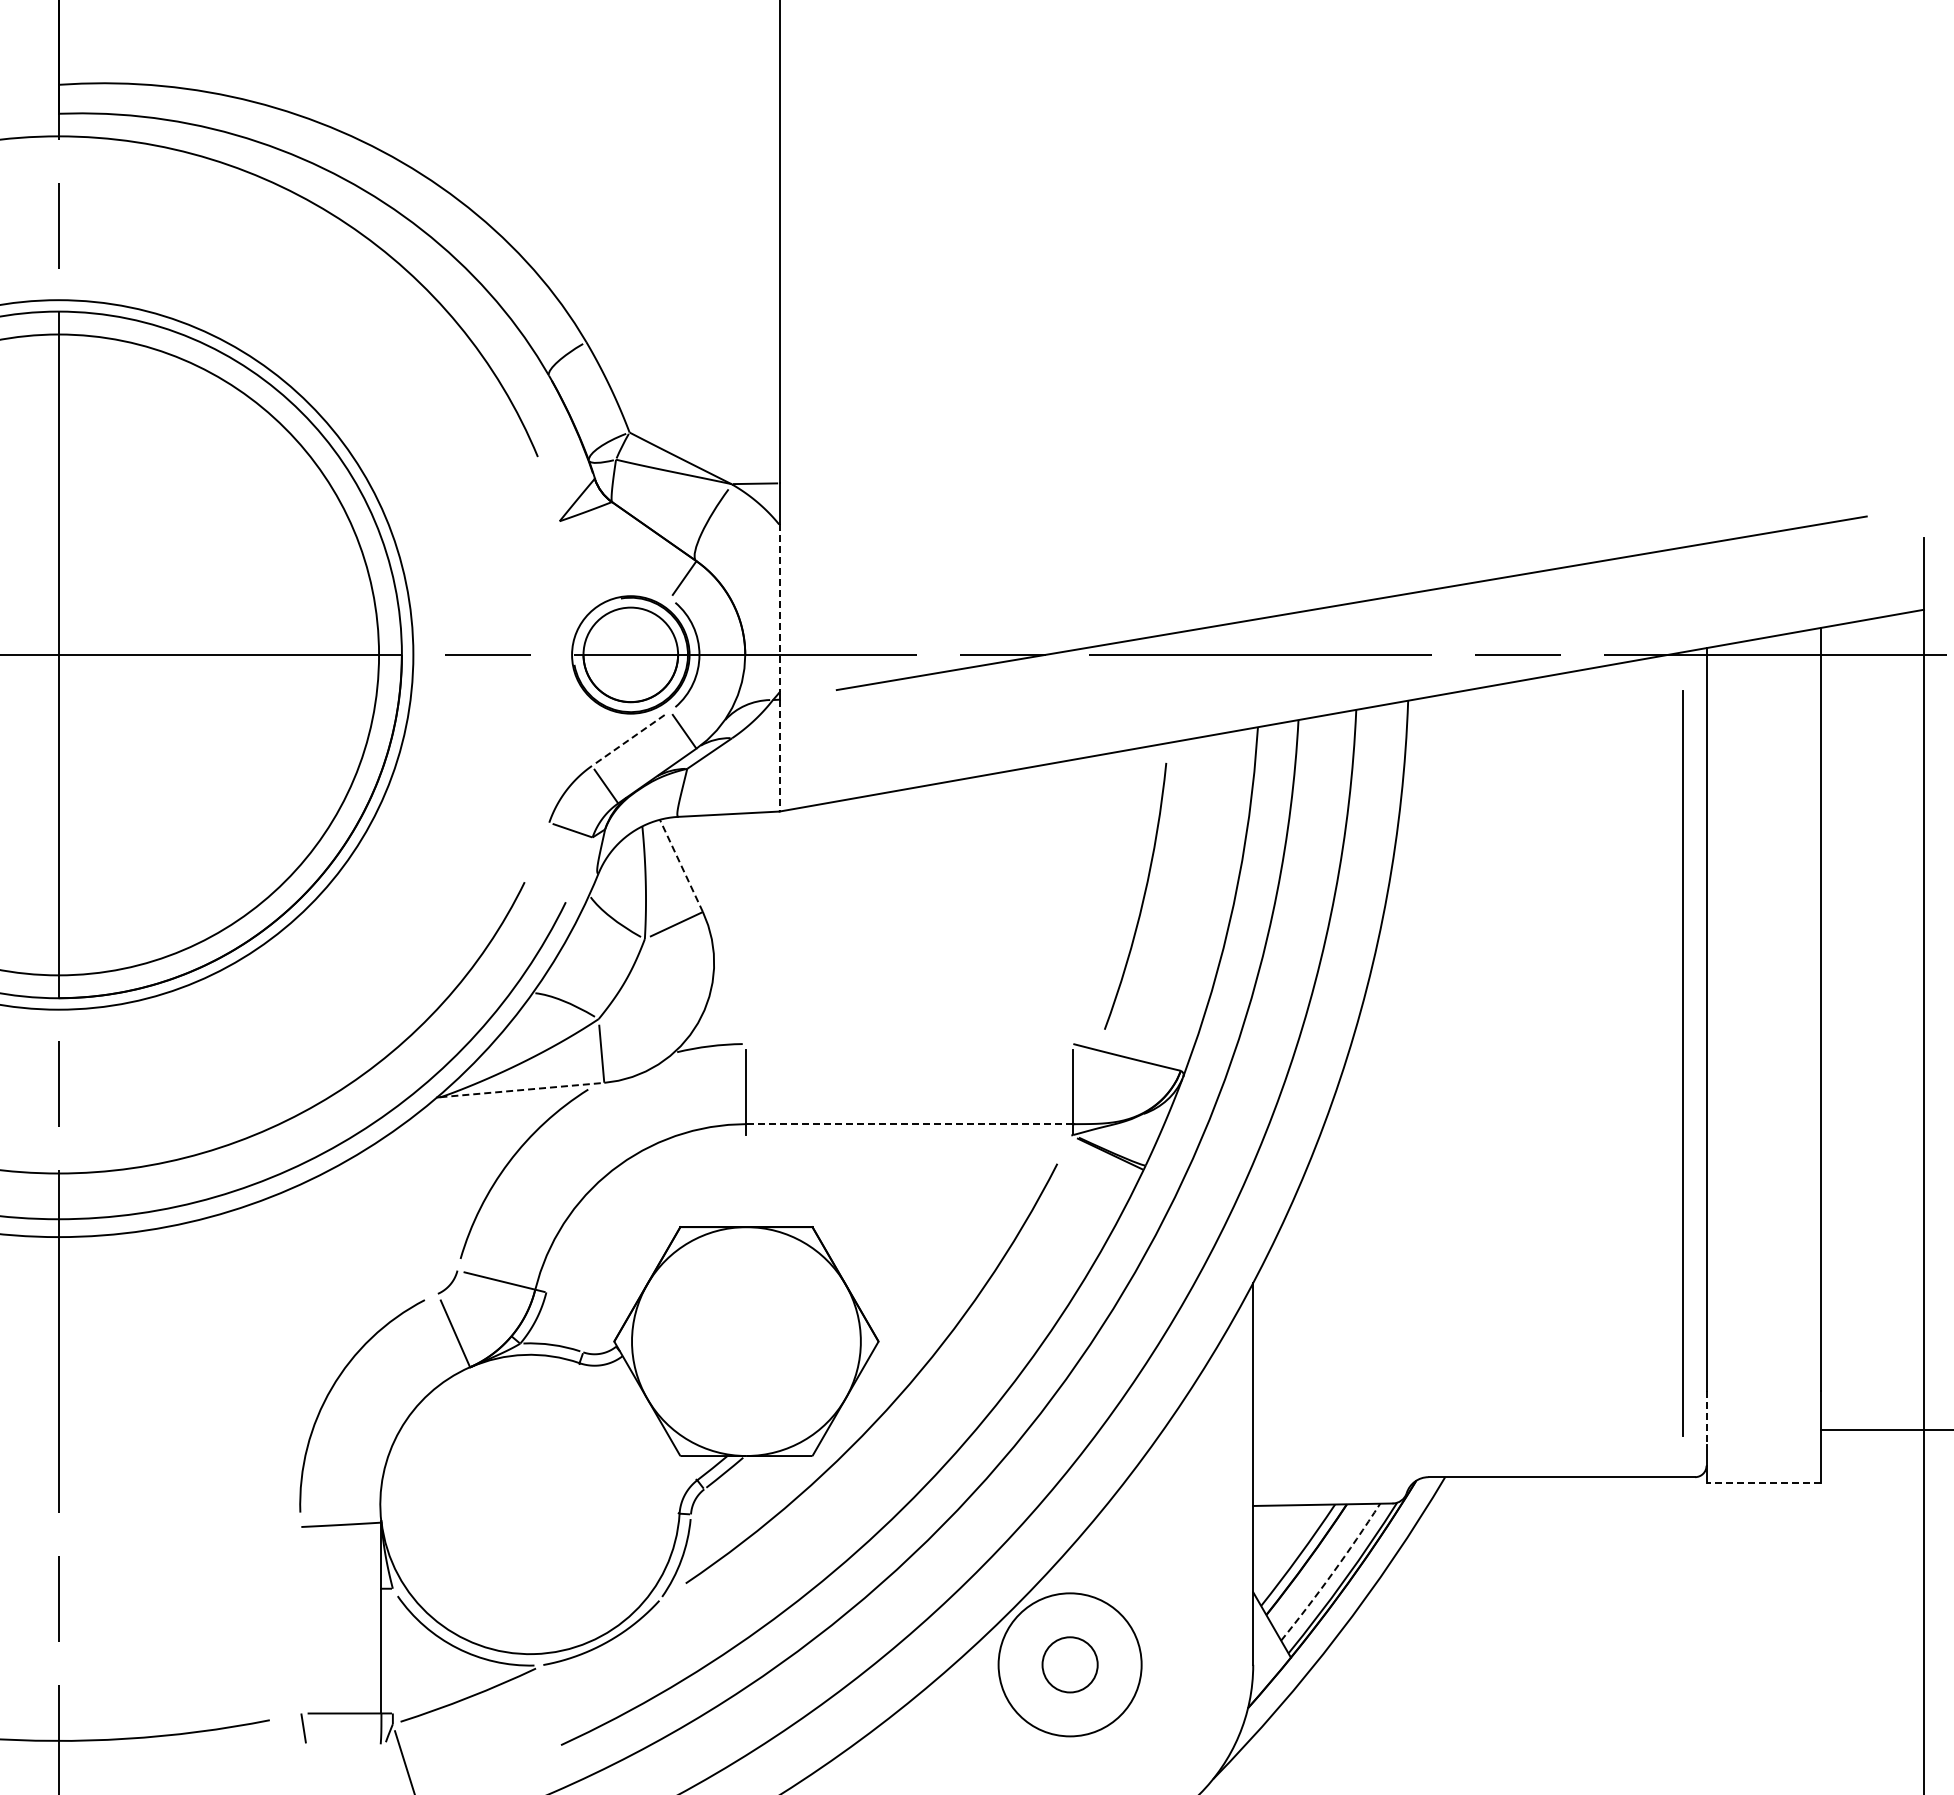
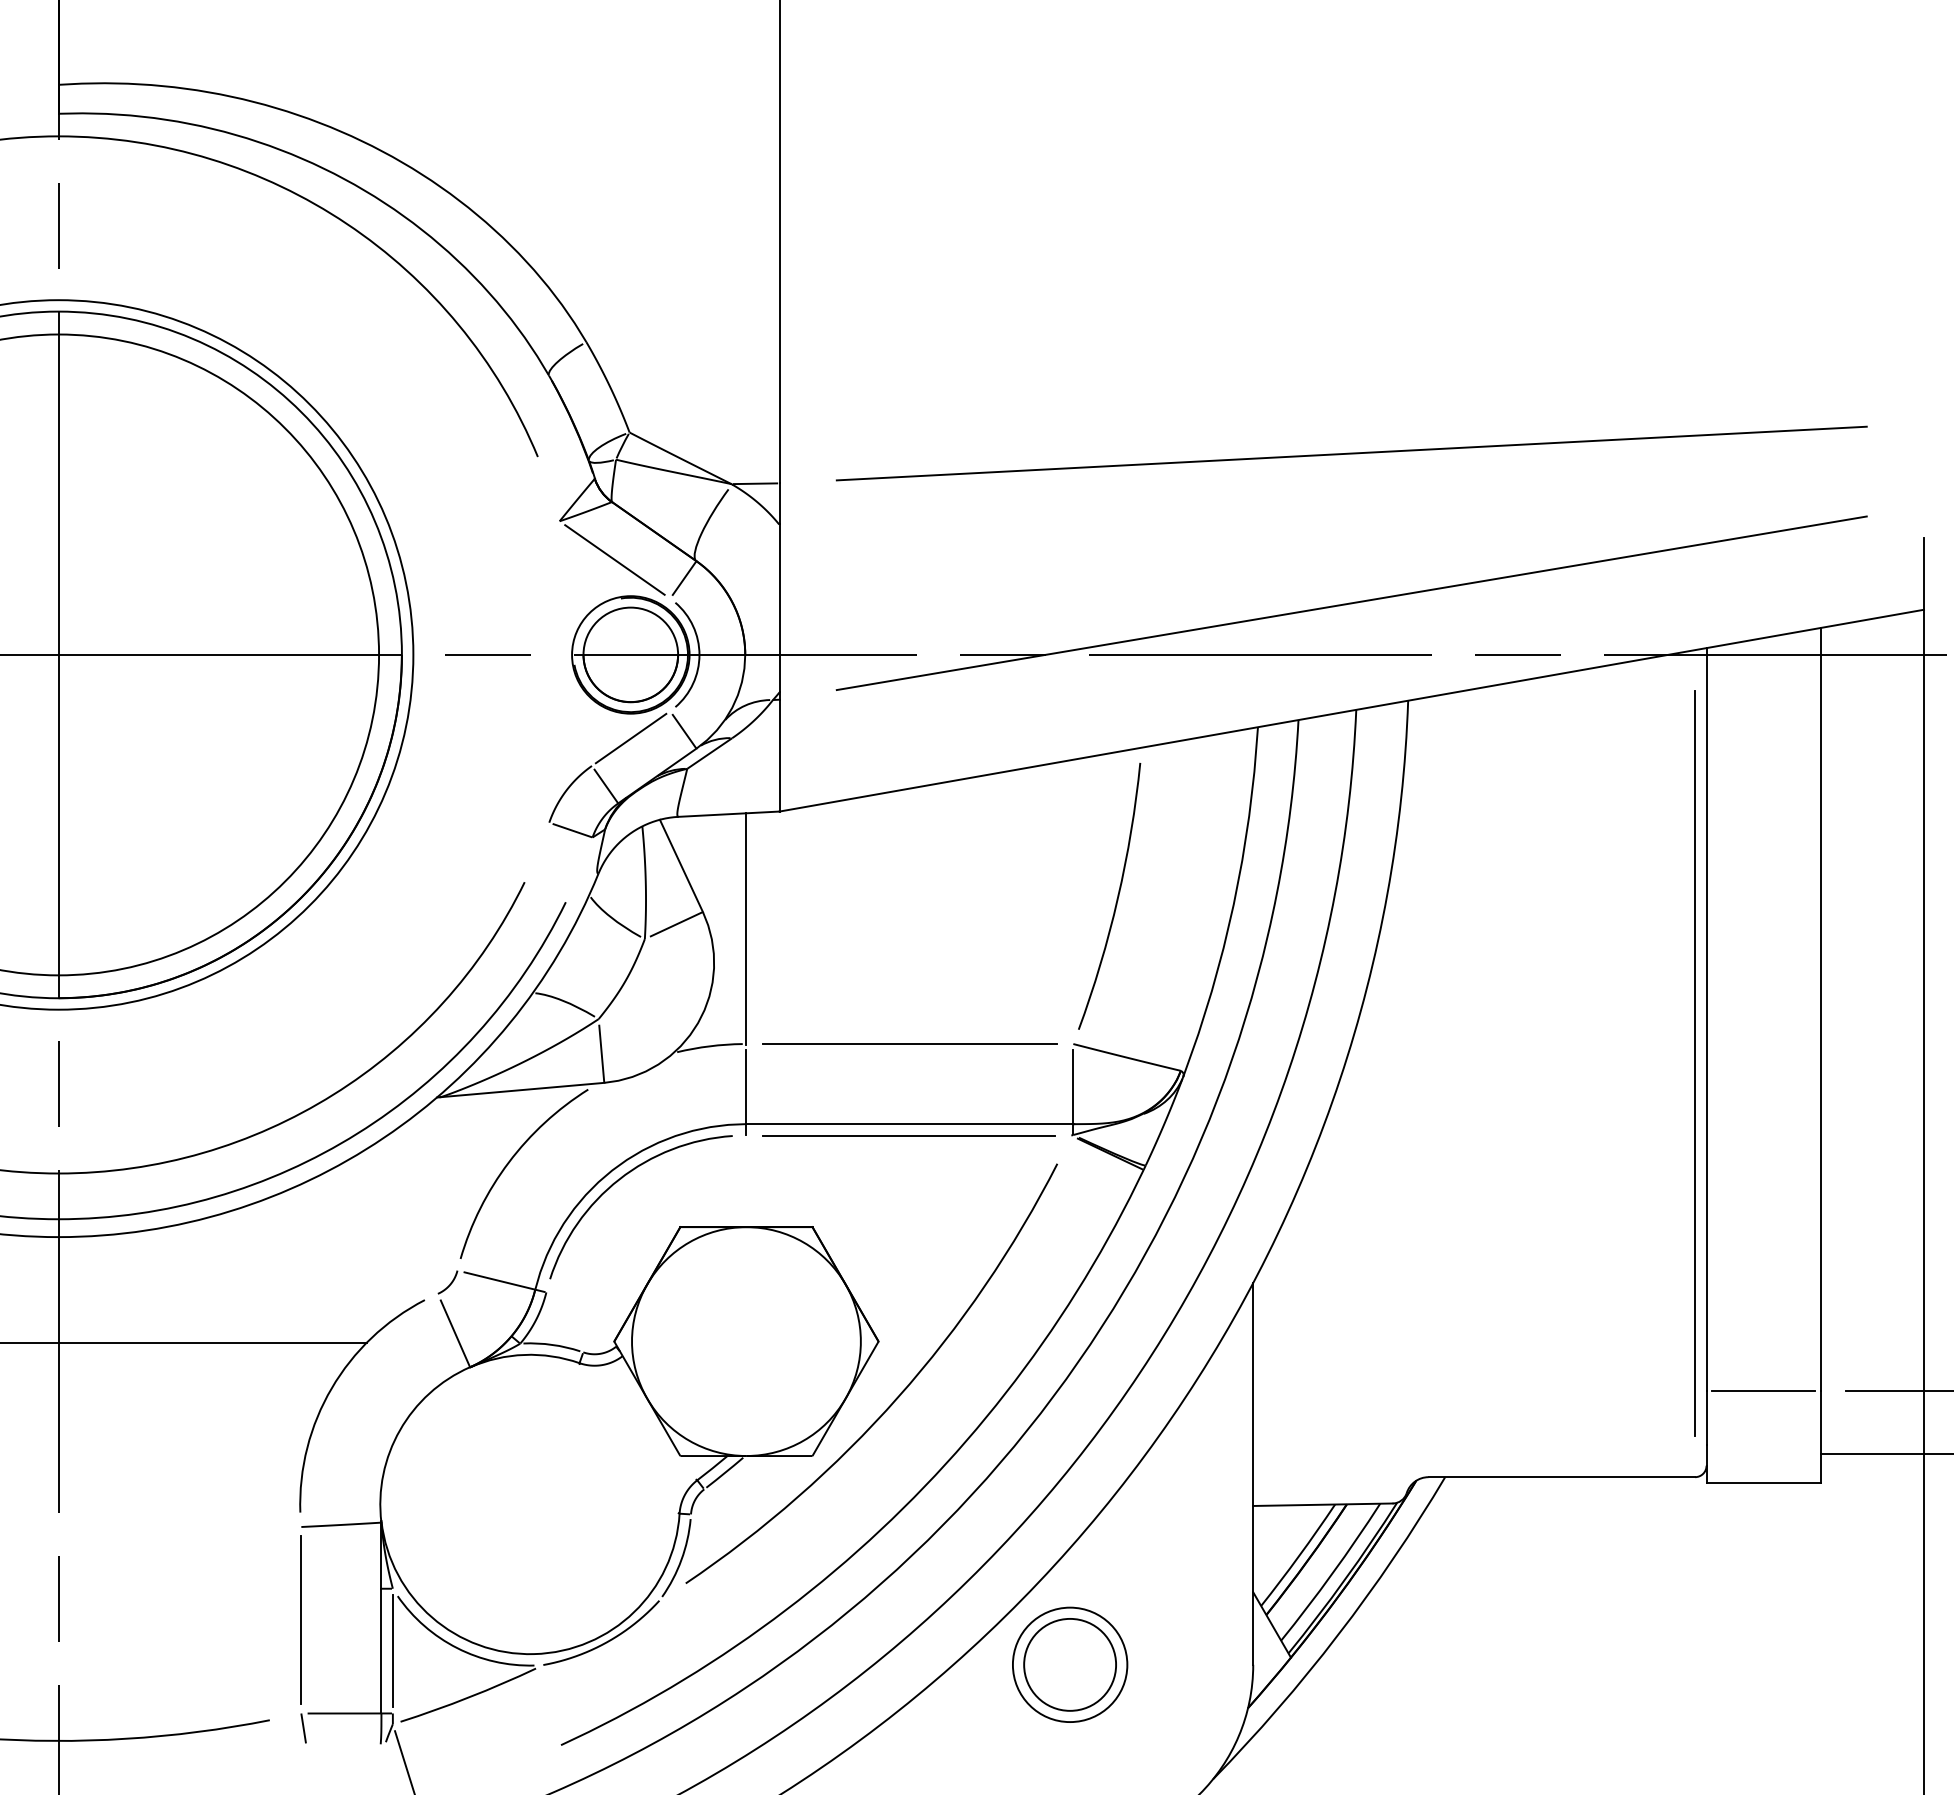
line at (1351, 453): none -> present
line at (614, 559): none -> present
line at (779, 608): dashed -> solid
line at (631, 738): dashed -> solid
line at (779, 755): dashed -> solid
line at (681, 865): dashed -> solid
arc at (1142, 898) position: (1142, 898) -> (1116, 898)
line at (746, 929): none -> present
line at (909, 1044): none -> present
line at (1682, 1063) position: (1682, 1063) -> (1694, 1063)
line at (522, 1090): dashed -> solid
line at (909, 1124): dashed -> solid
line at (908, 1135): none -> present
arc at (621, 1179): none -> present
line at (184, 1342): none -> present
line at (1763, 1391): none -> present
line at (1898, 1391): none -> present
line at (1706, 1418): dashed -> solid
line at (1885, 1430) position: (1885, 1430) -> (1885, 1454)
line at (1763, 1482): dashed -> solid
arc at (1332, 1573): dashed -> solid
line at (301, 1620): none -> present
line at (392, 1650): none -> present
circle at (1069, 1664) diameter: 143 px -> 114 px
circle at (1069, 1664) diameter: 55 px -> 92 px
